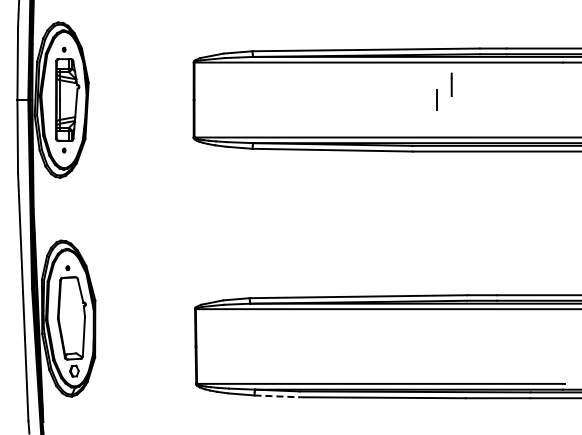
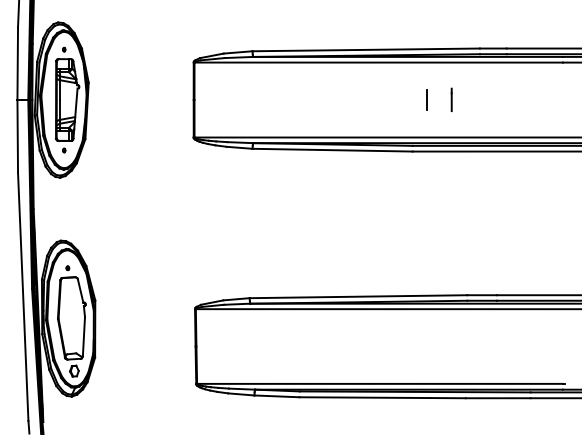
line at (451, 84) position: (451, 84) -> (451, 99)
line at (436, 99) position: (436, 99) -> (426, 99)
line at (277, 396): dashed -> solid
